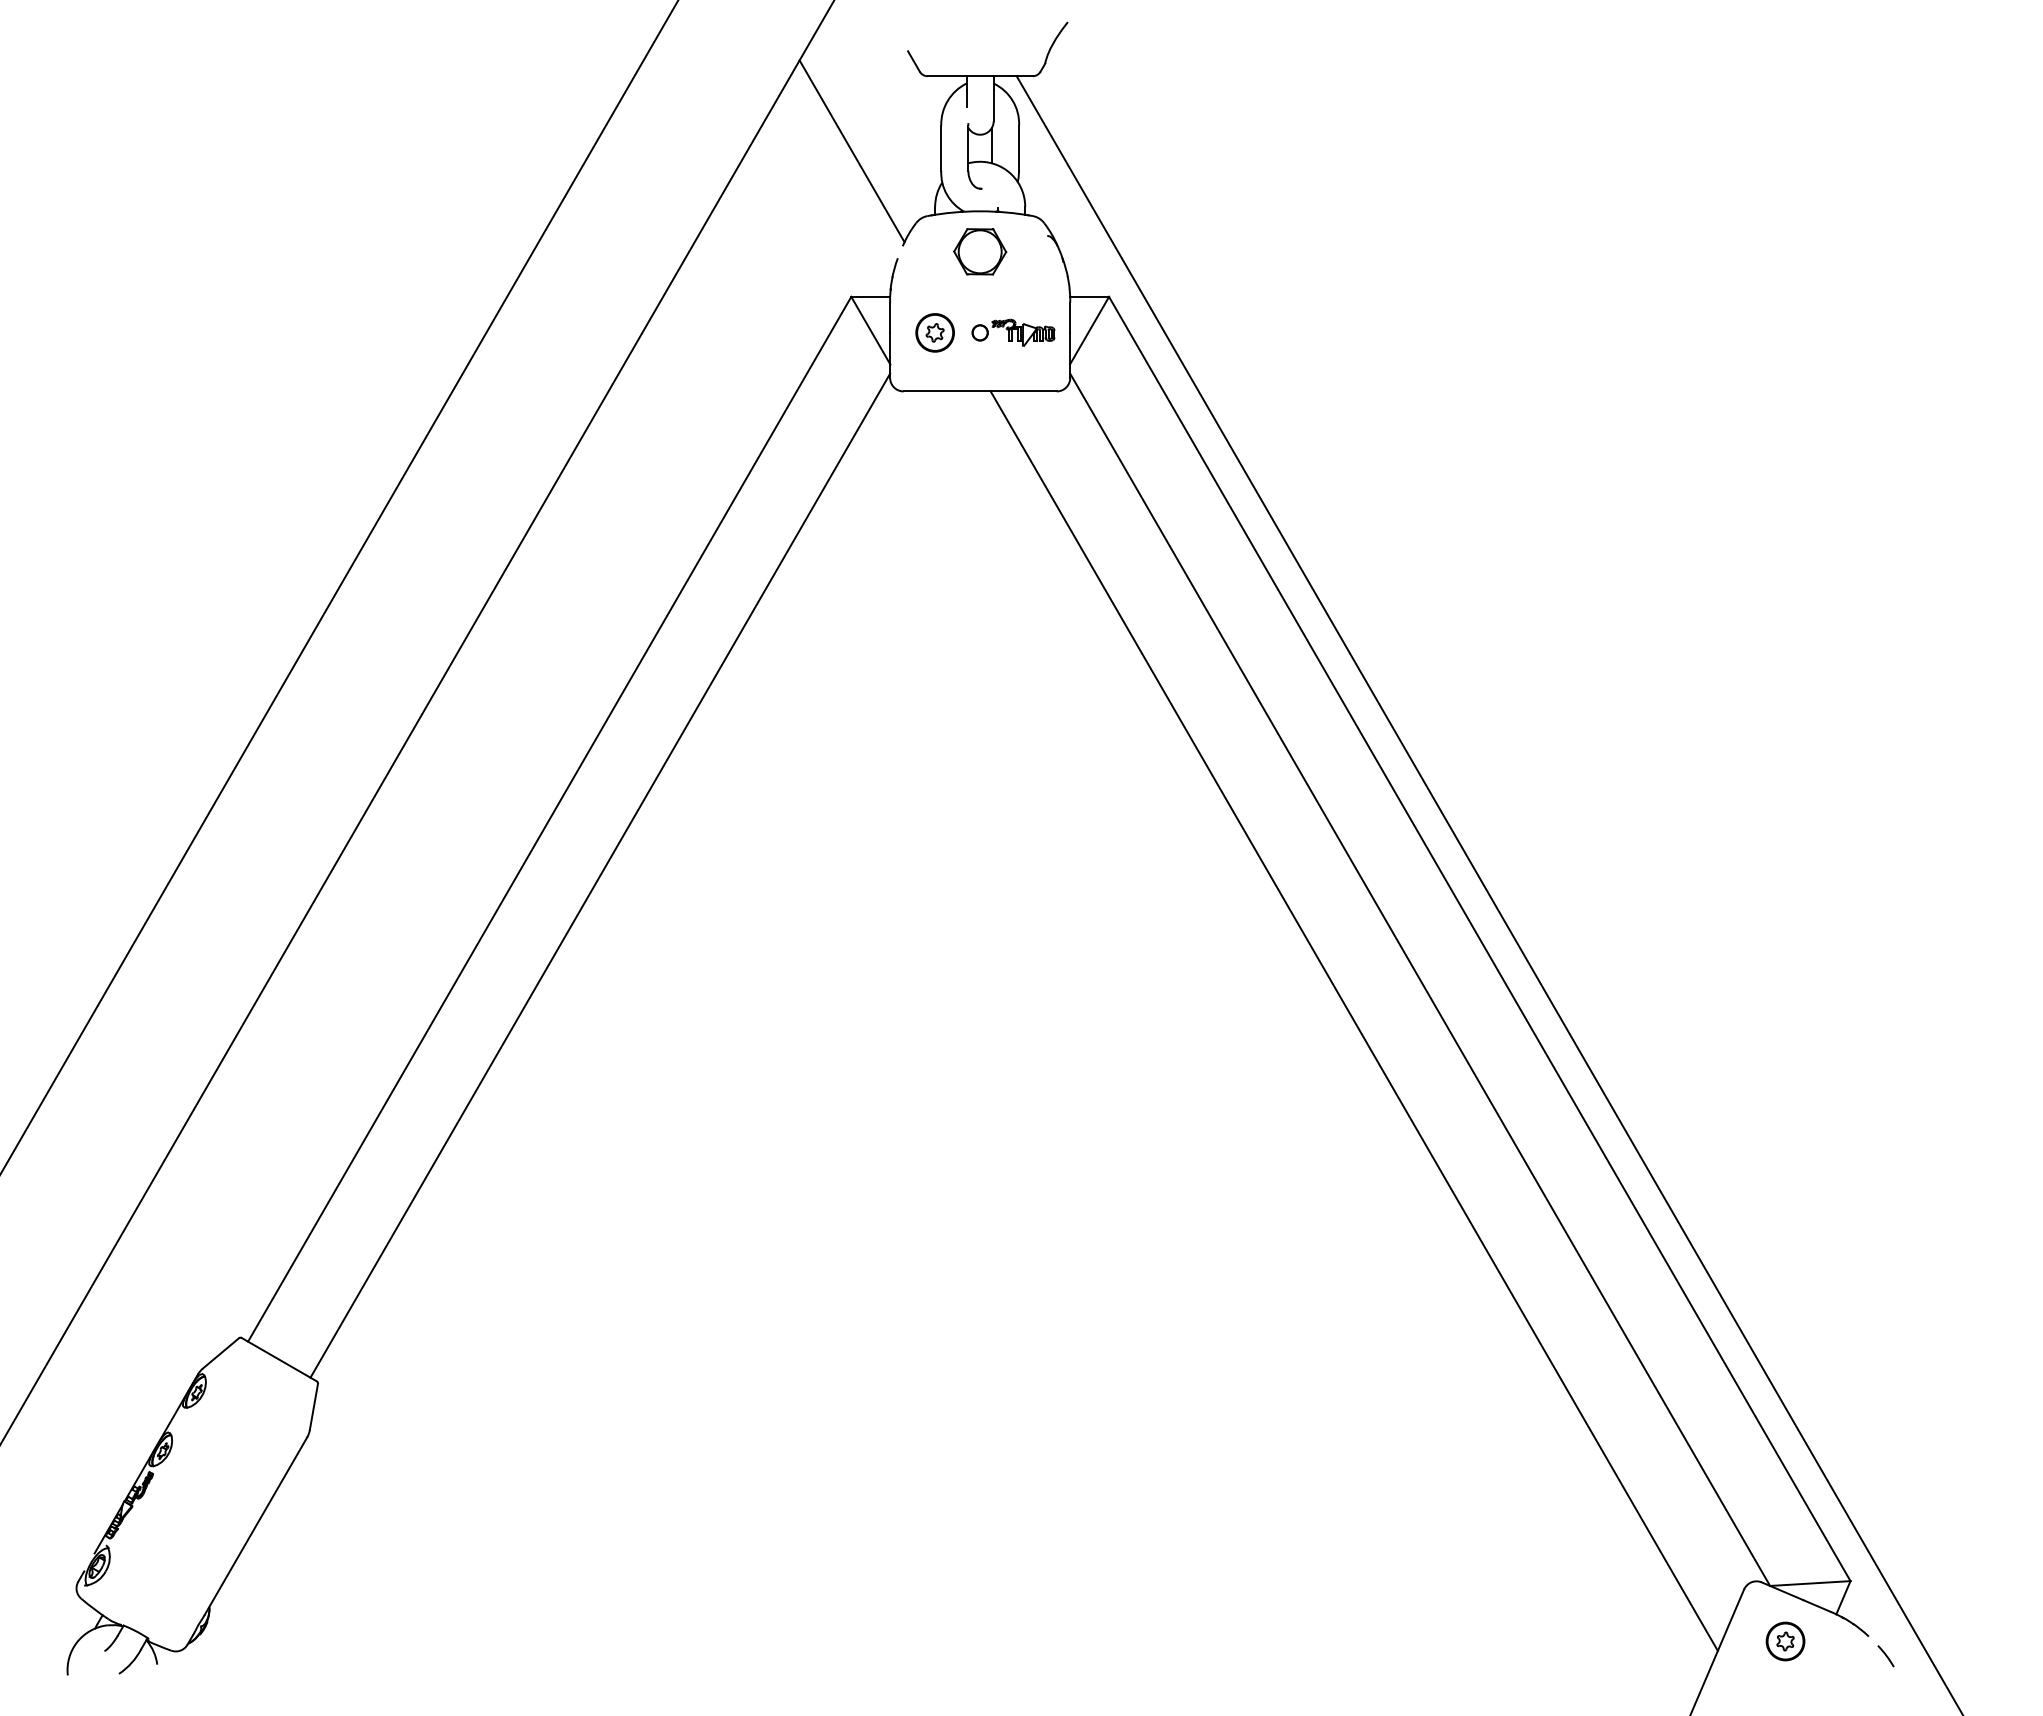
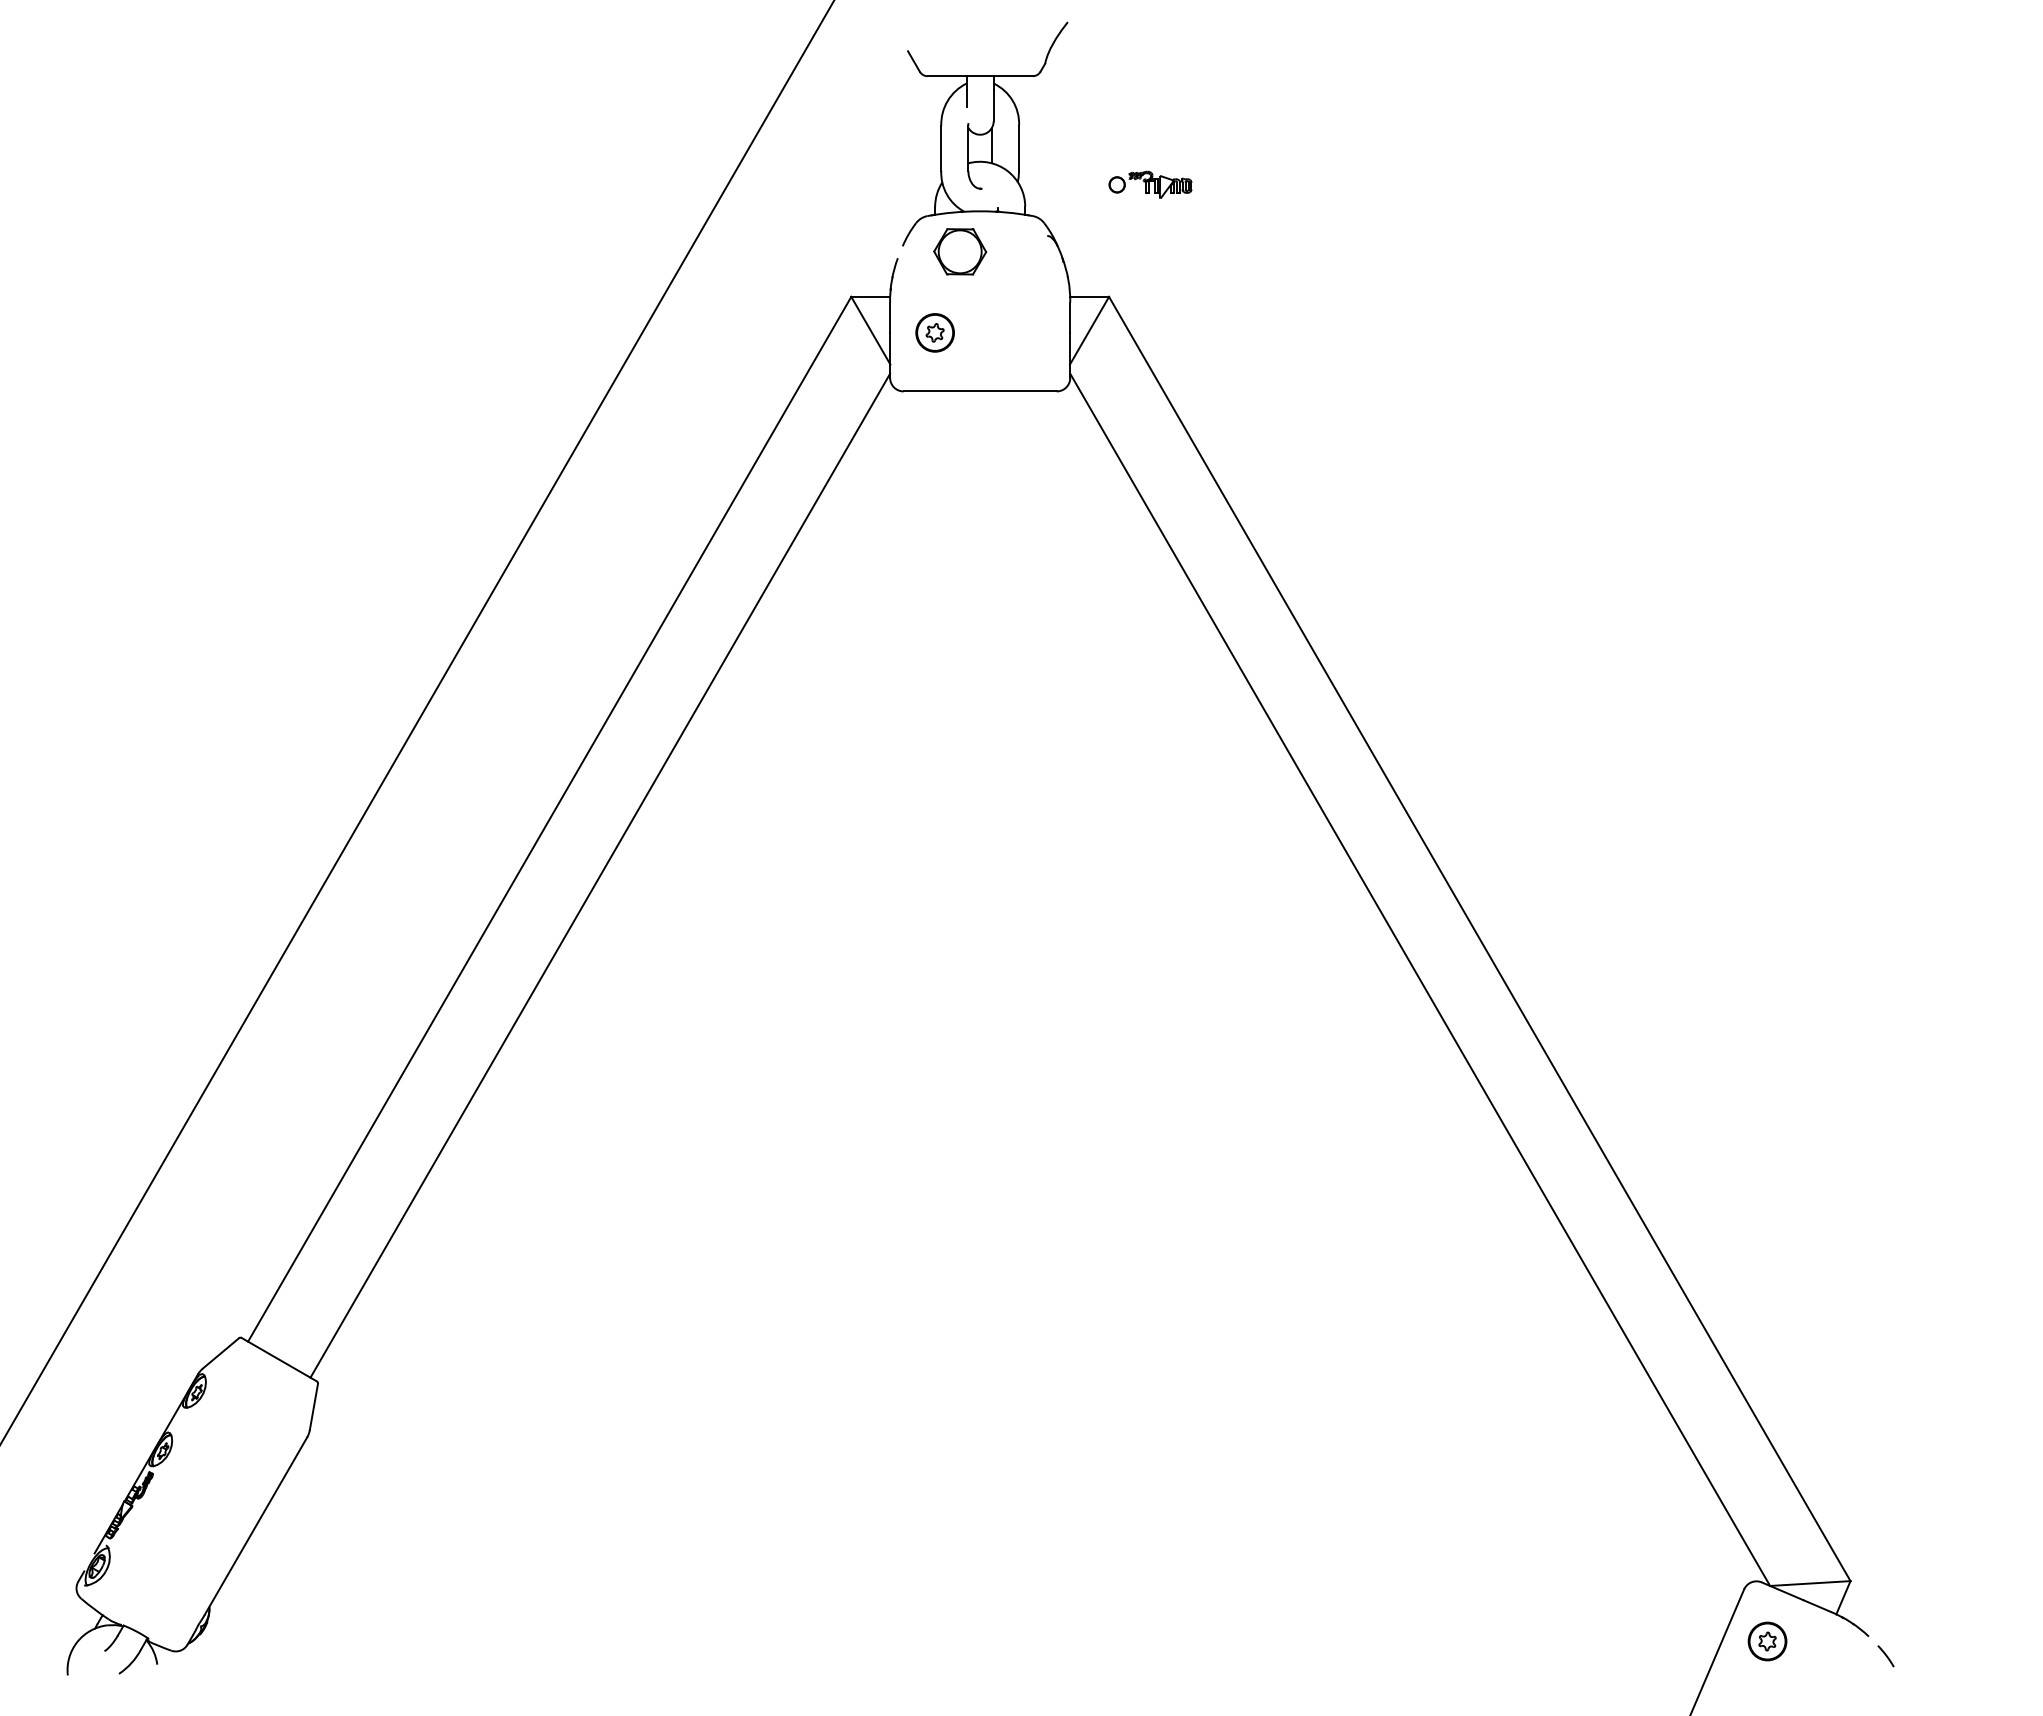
line at (851, 151): present -> none
part at (980, 251) position: (980, 251) -> (960, 251)
part at (1013, 332) position: (1013, 332) -> (1150, 184)
line at (339, 586): present -> none
line at (1488, 894): present -> none
line at (1353, 1020): present -> none
part at (1785, 1641) position: (1785, 1641) -> (1767, 1641)
